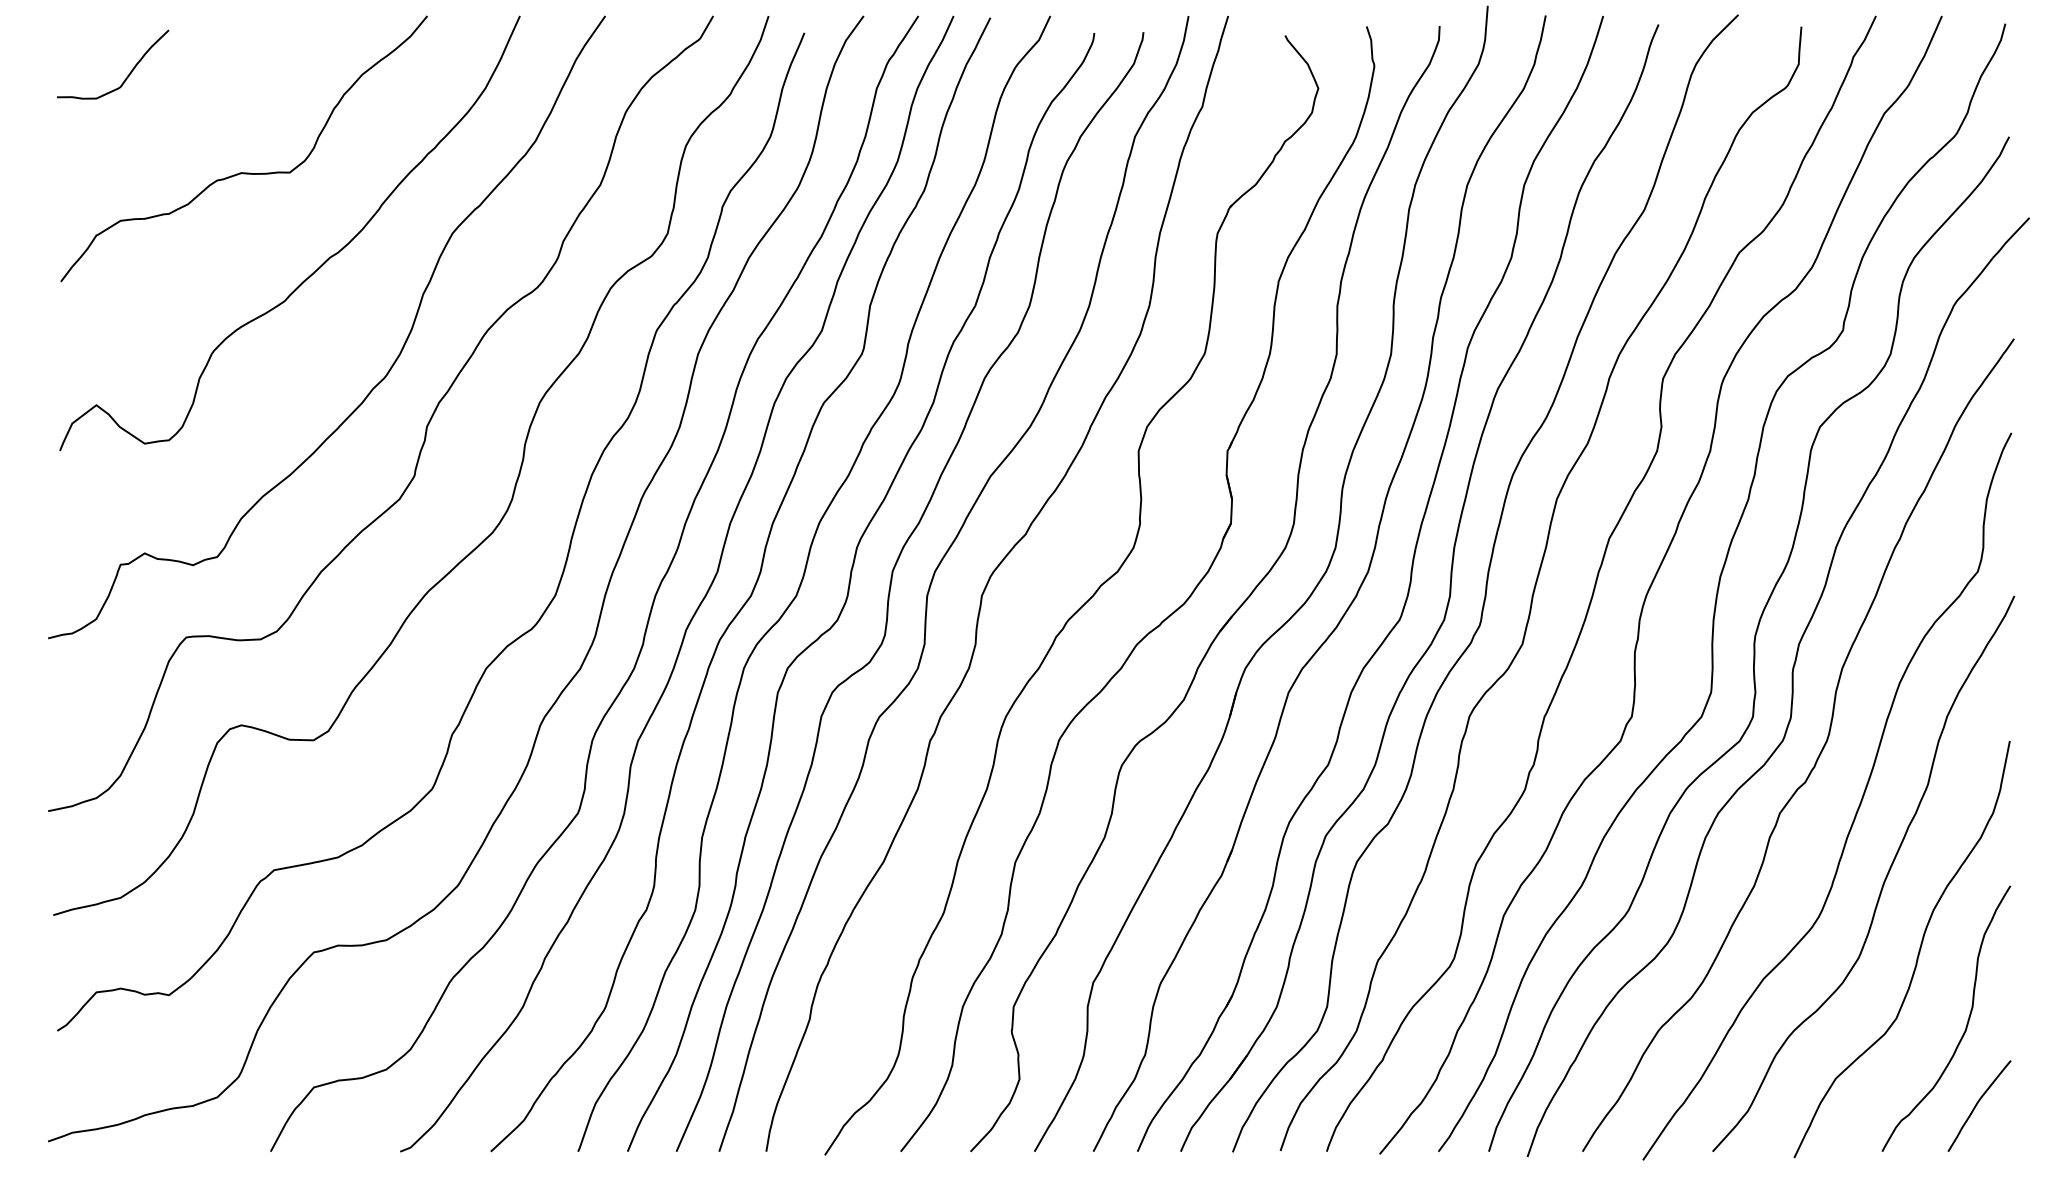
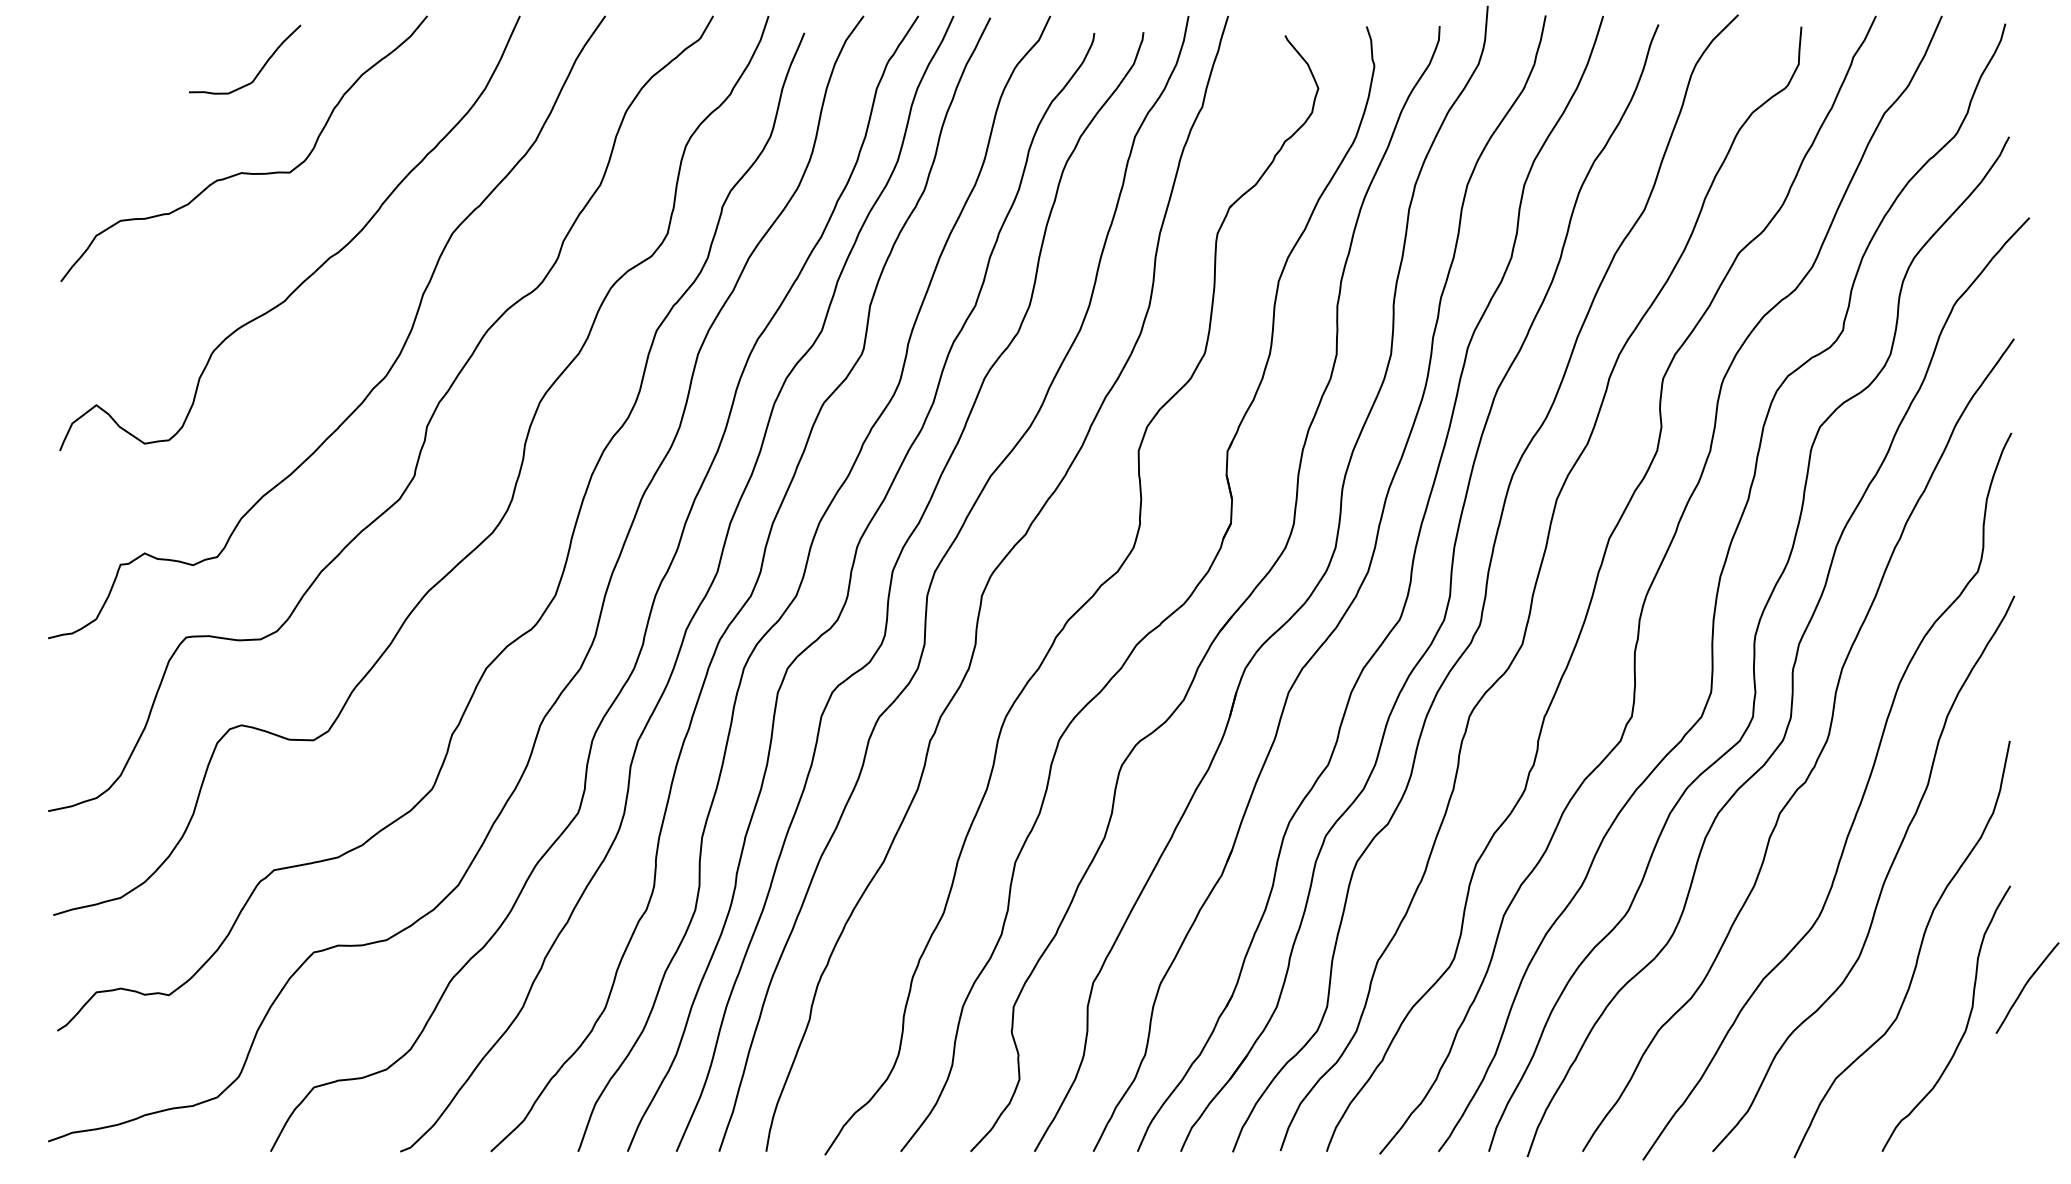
curve at (127, 75) position: (127, 75) -> (259, 70)
curve at (1977, 1105) position: (1977, 1105) -> (2025, 987)
